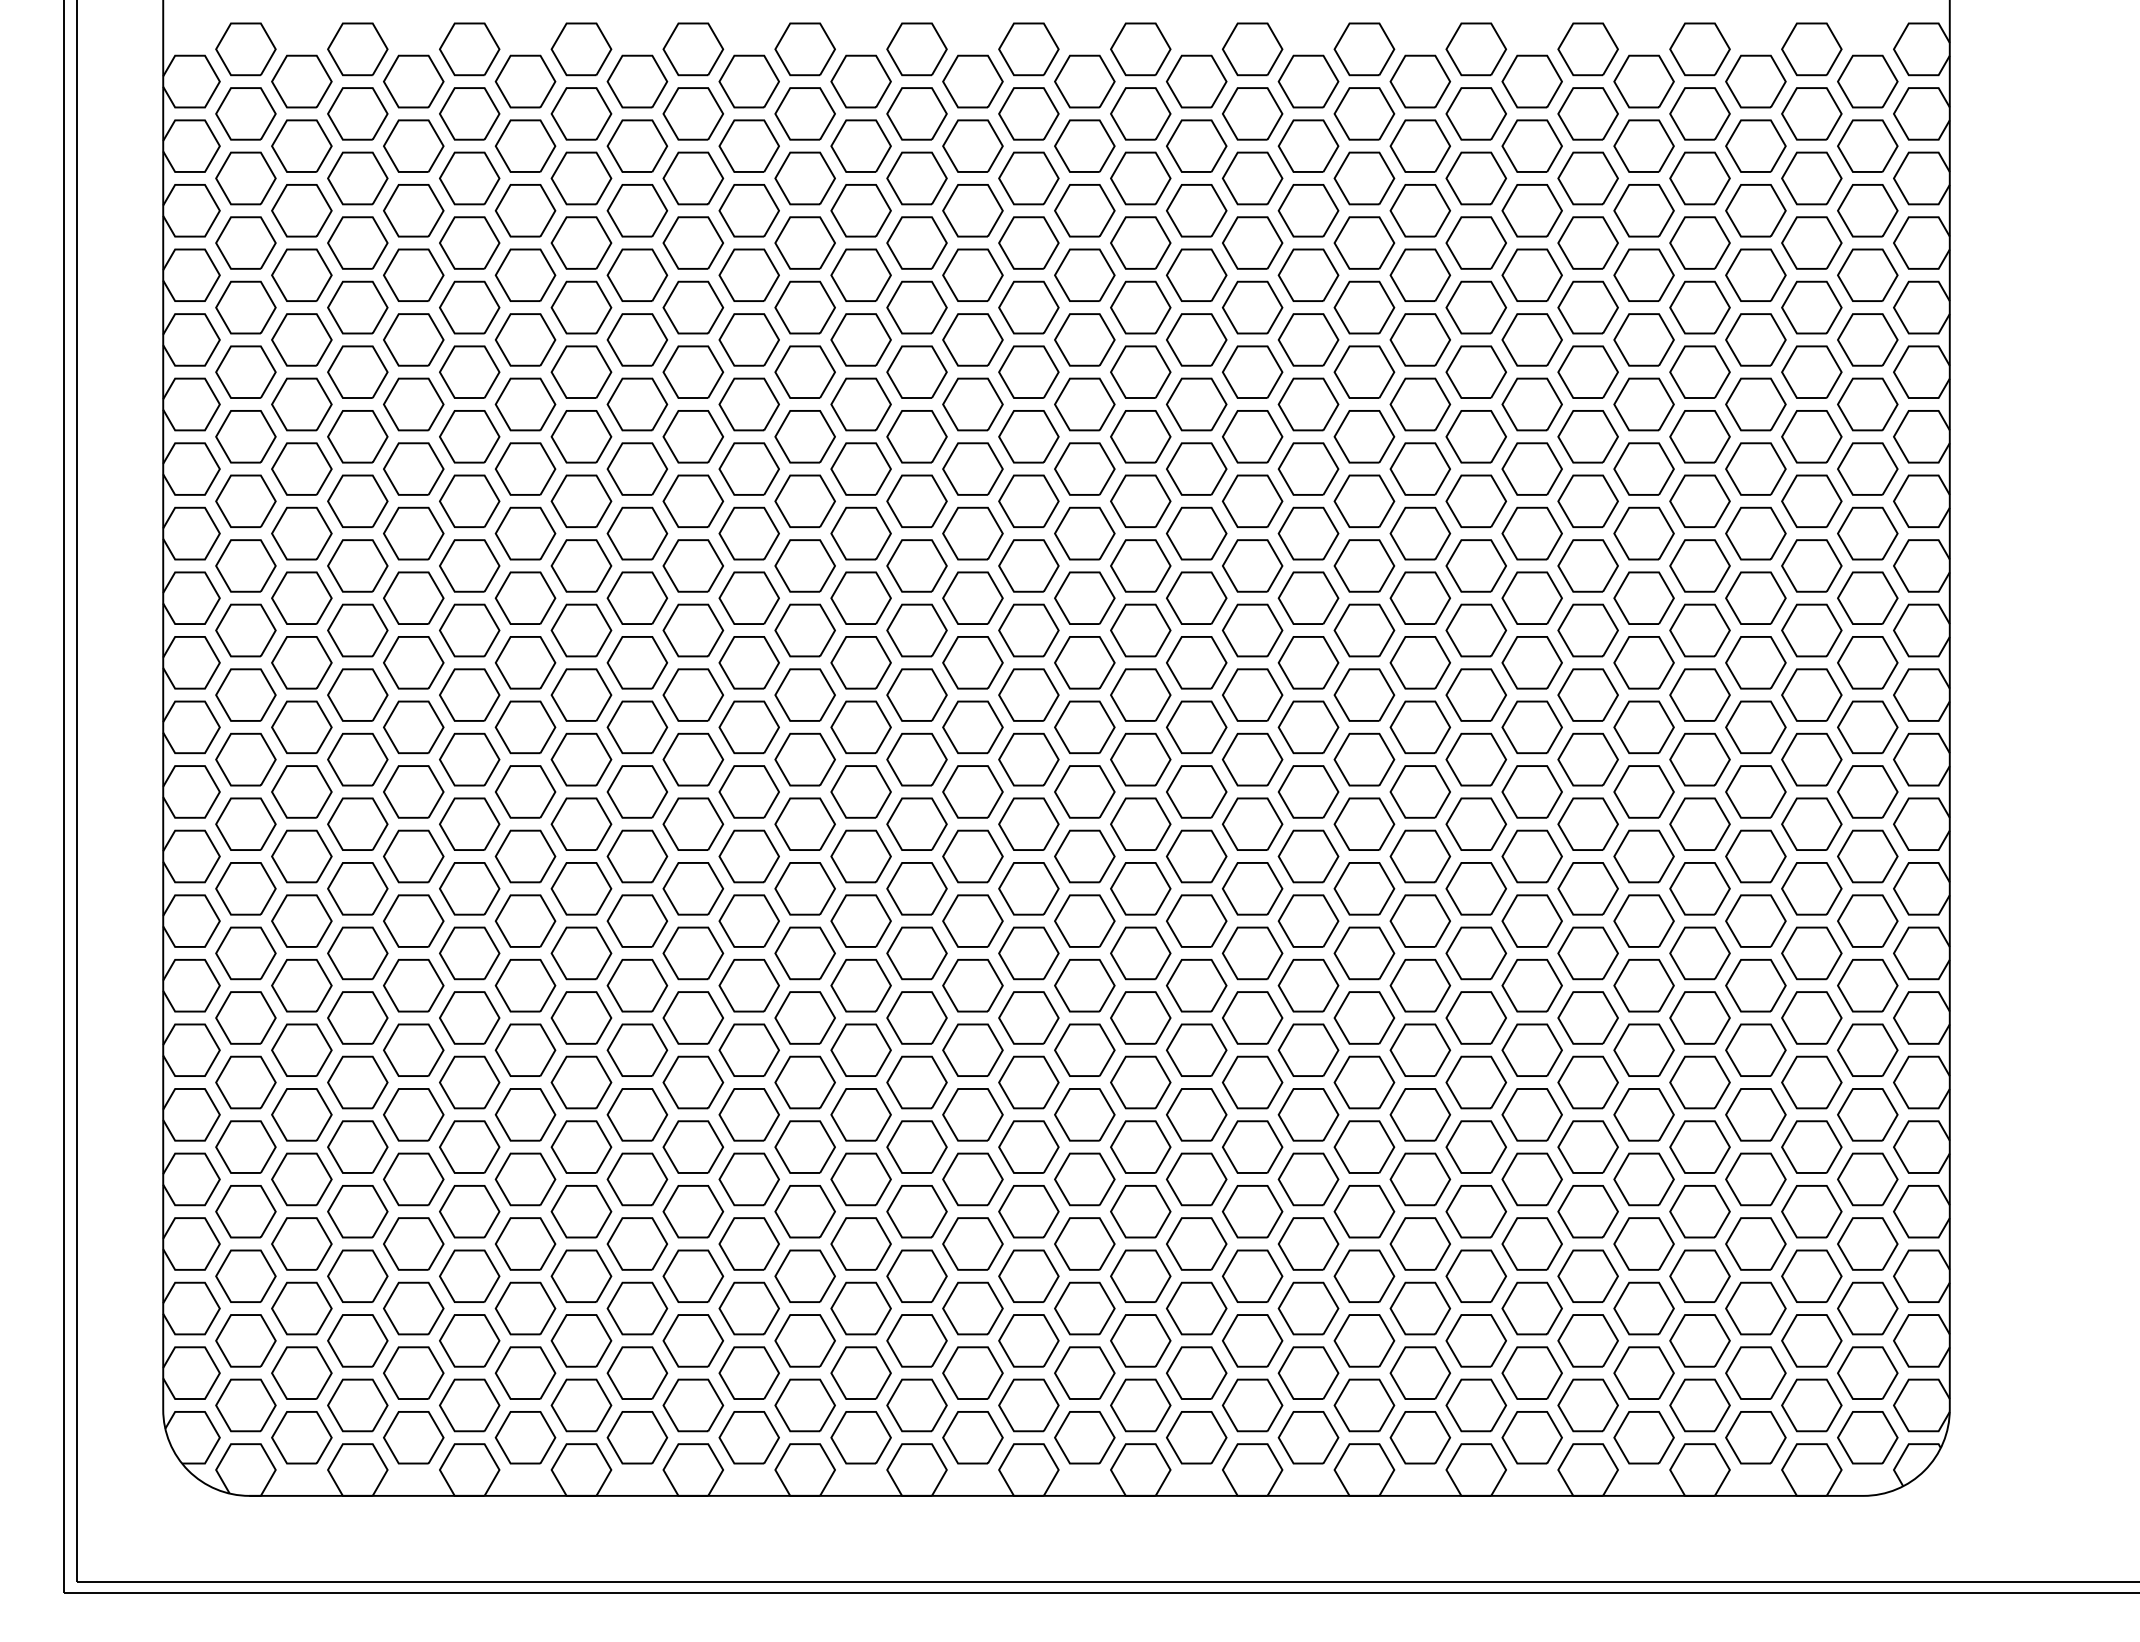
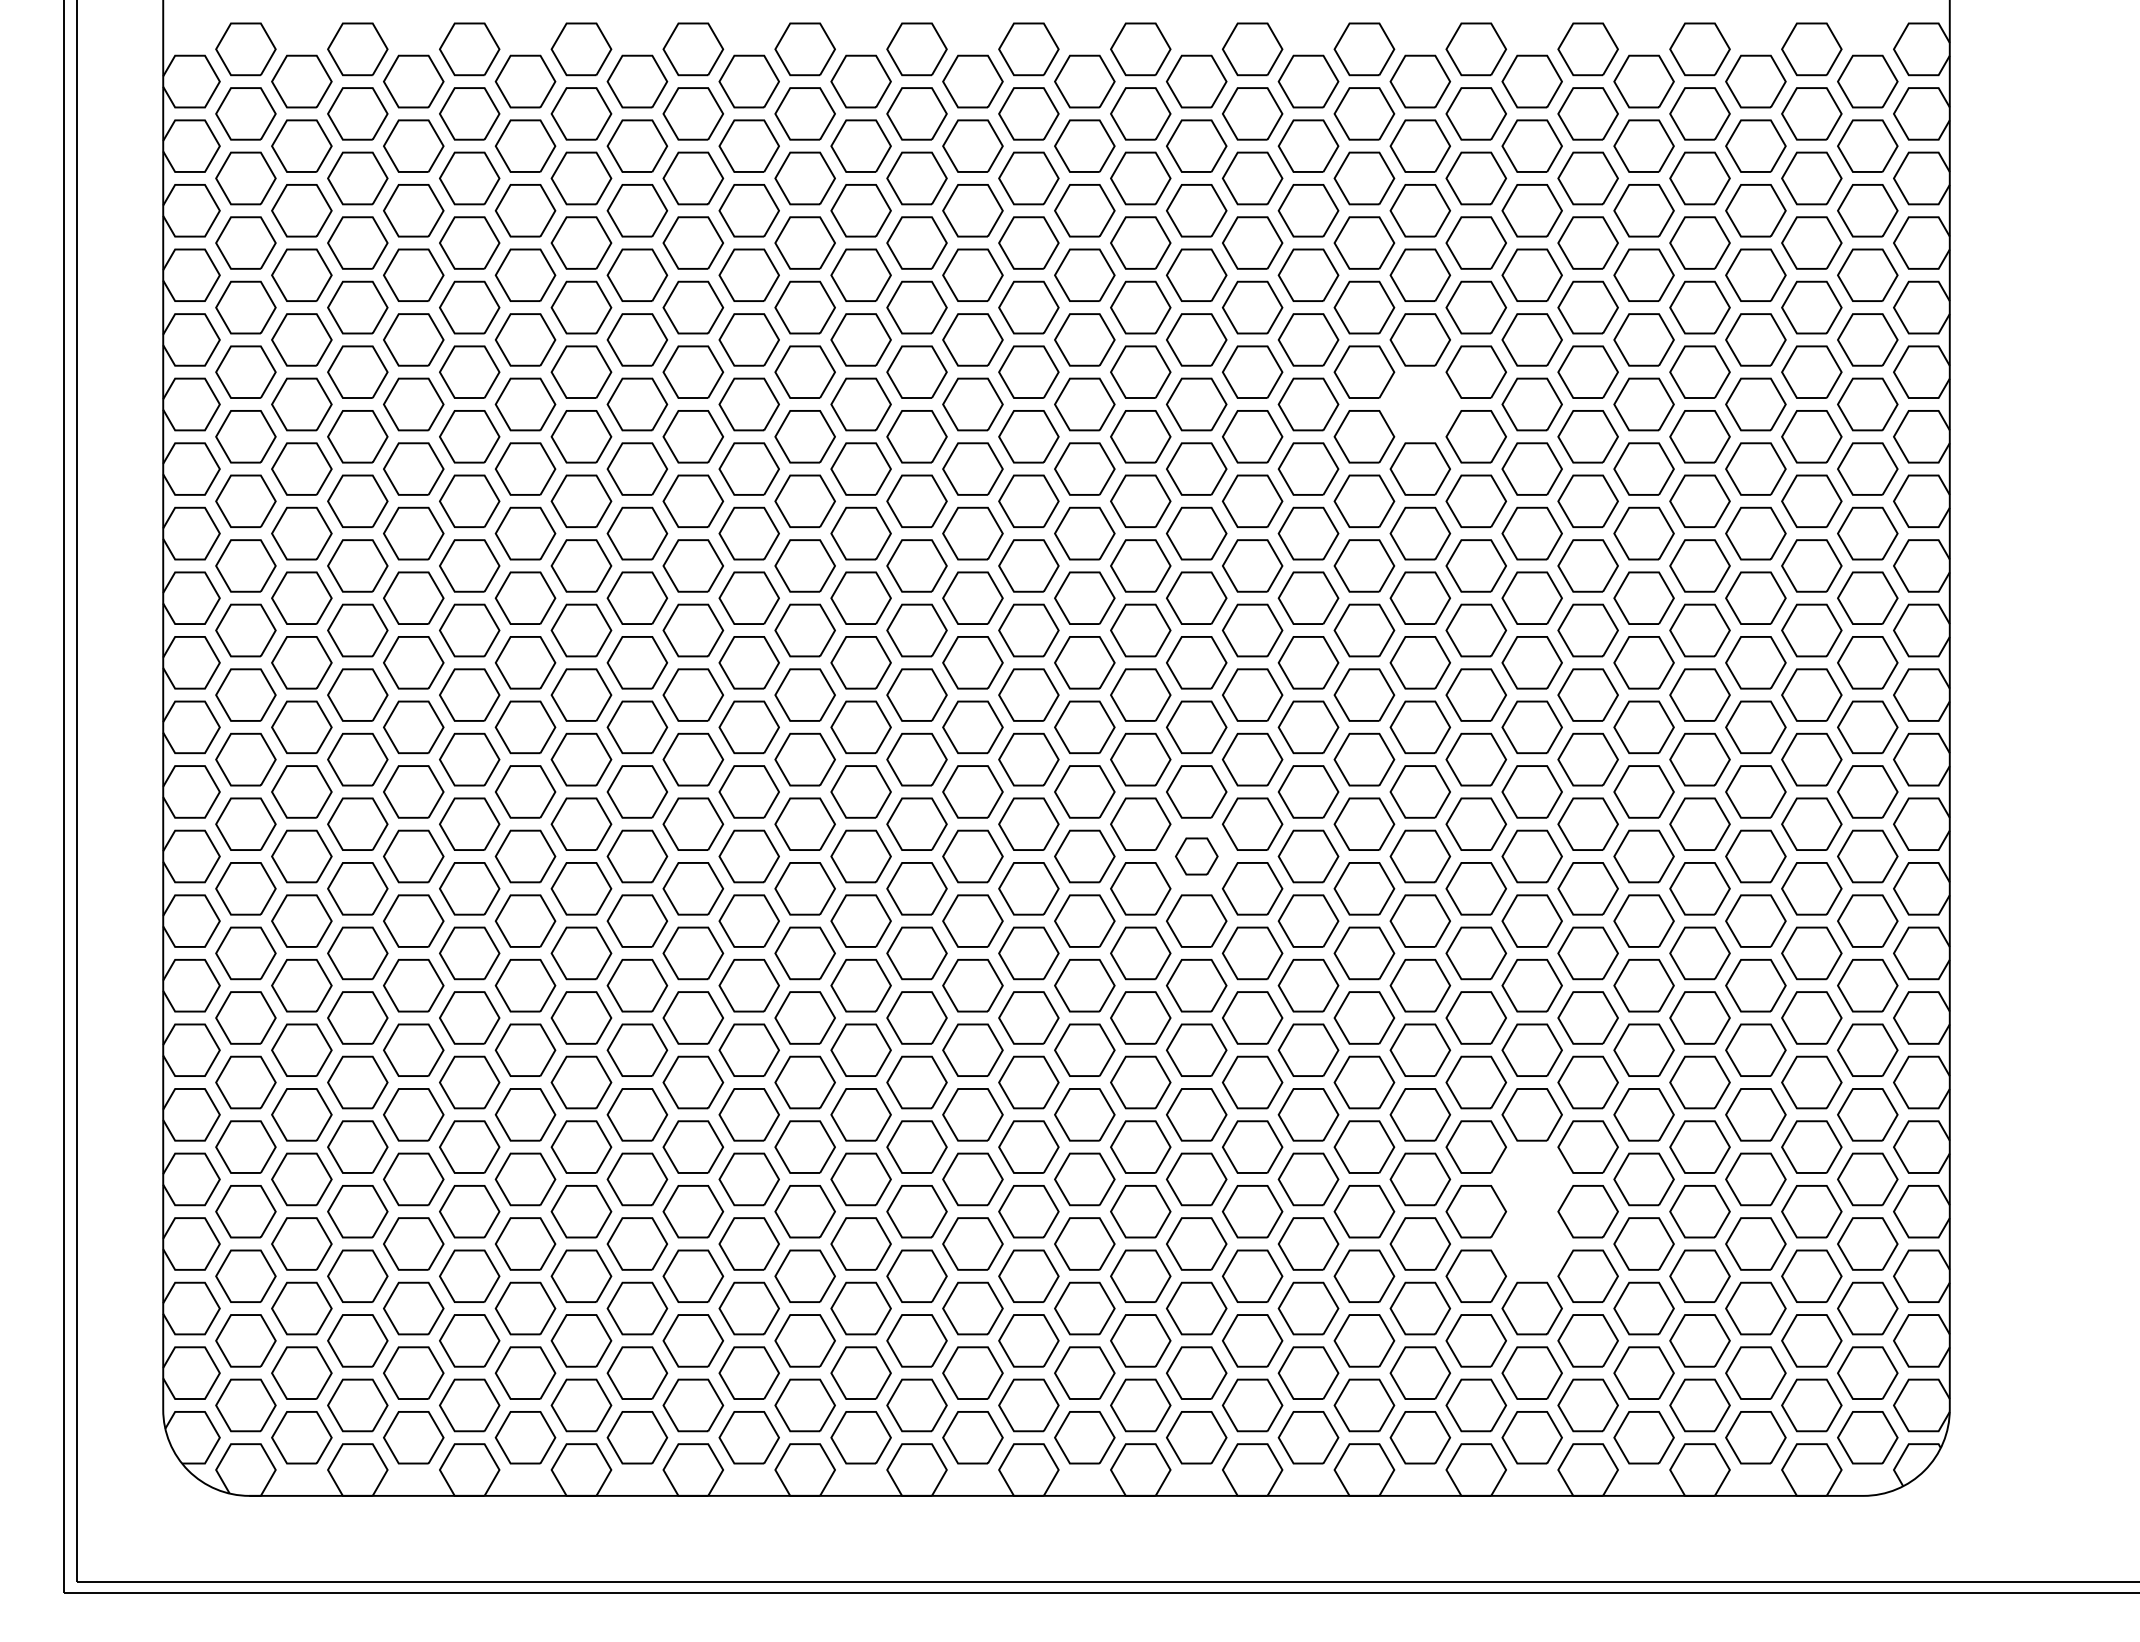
part at (1420, 404): present -> none
part at (1196, 856) size: 62x55 px -> 44x39 px
part at (1531, 1179): present -> none
part at (1531, 1243): present -> none
